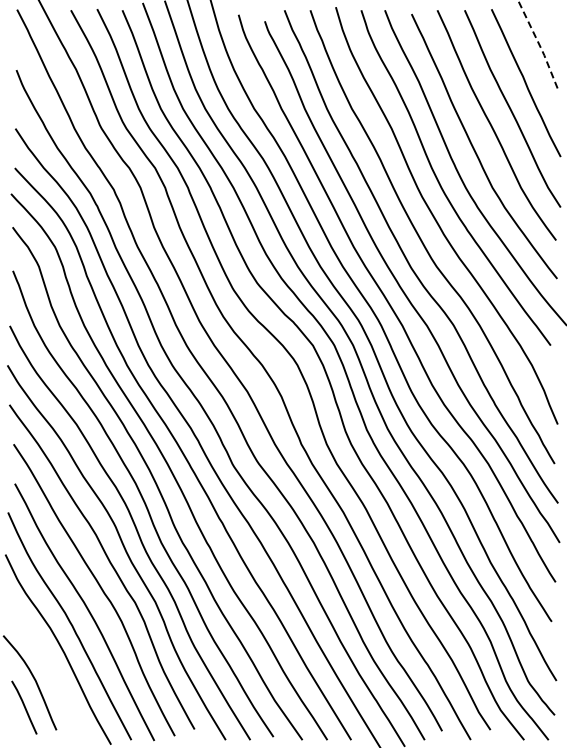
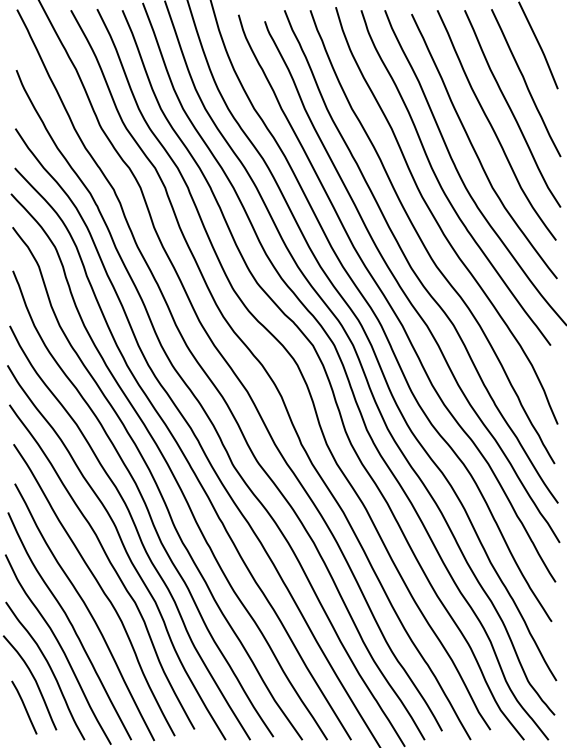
line at (540, 46): dashed -> solid
curve at (49, 668): none -> present
